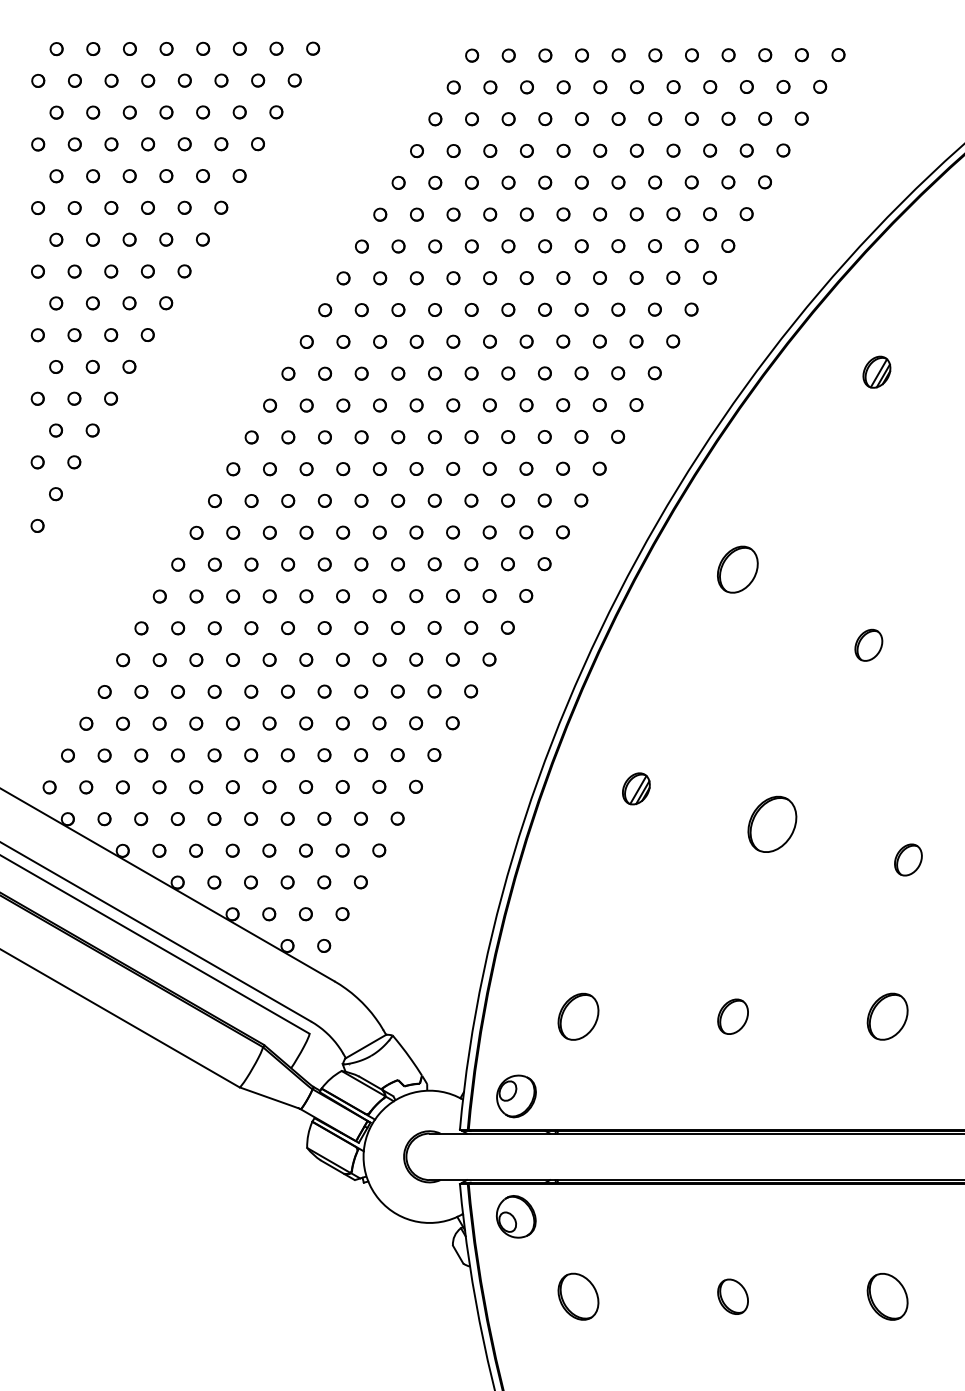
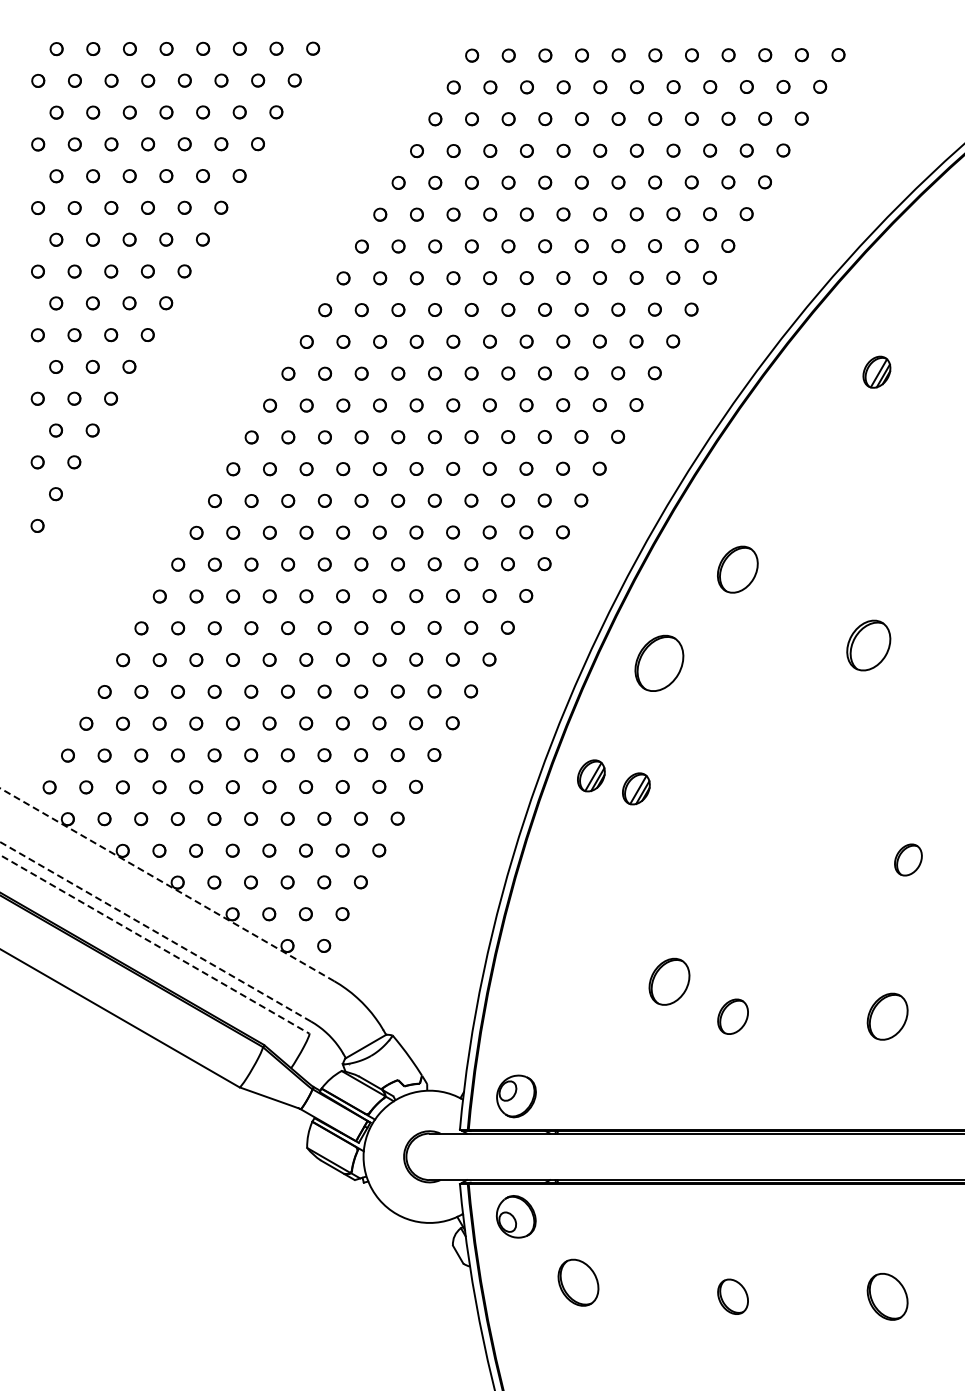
part at (868, 644) size: 30x34 px -> 46x53 px
part at (591, 775): none -> present
part at (772, 823) position: (772, 823) -> (659, 662)
line at (167, 884): solid -> dashed
line at (155, 931): solid -> dashed
line at (155, 944): solid -> dashed
part at (578, 1016) position: (578, 1016) -> (669, 981)
part at (578, 1296) position: (578, 1296) -> (578, 1282)
